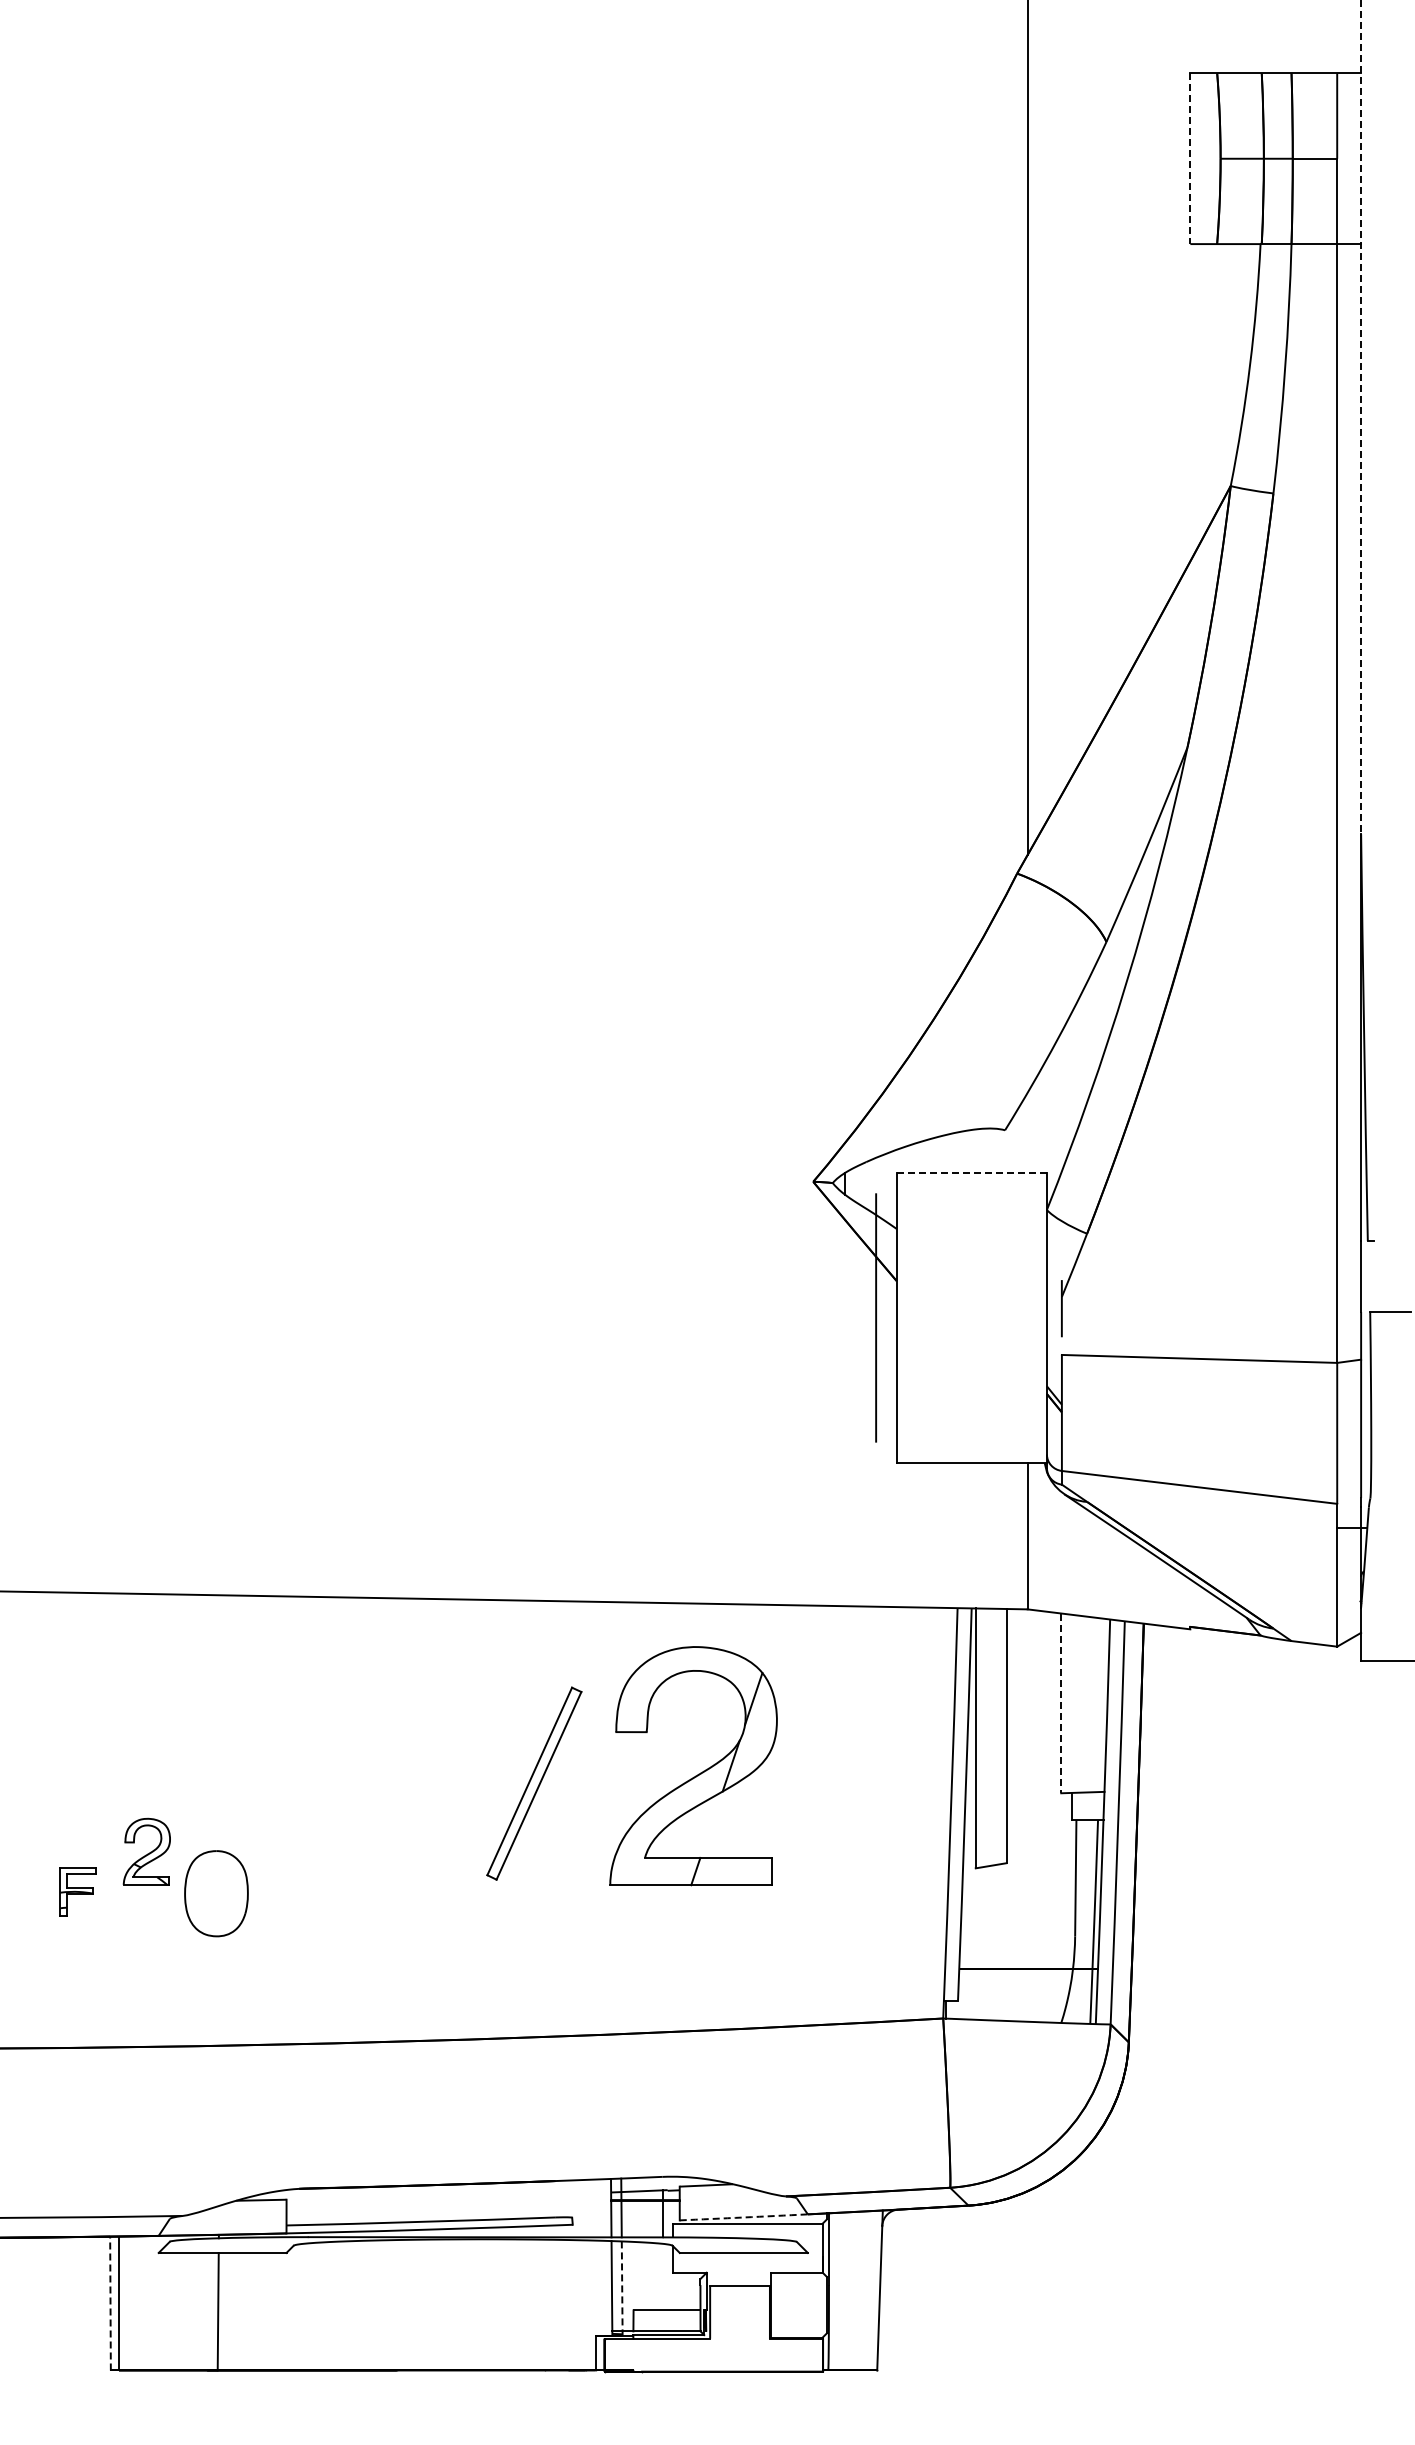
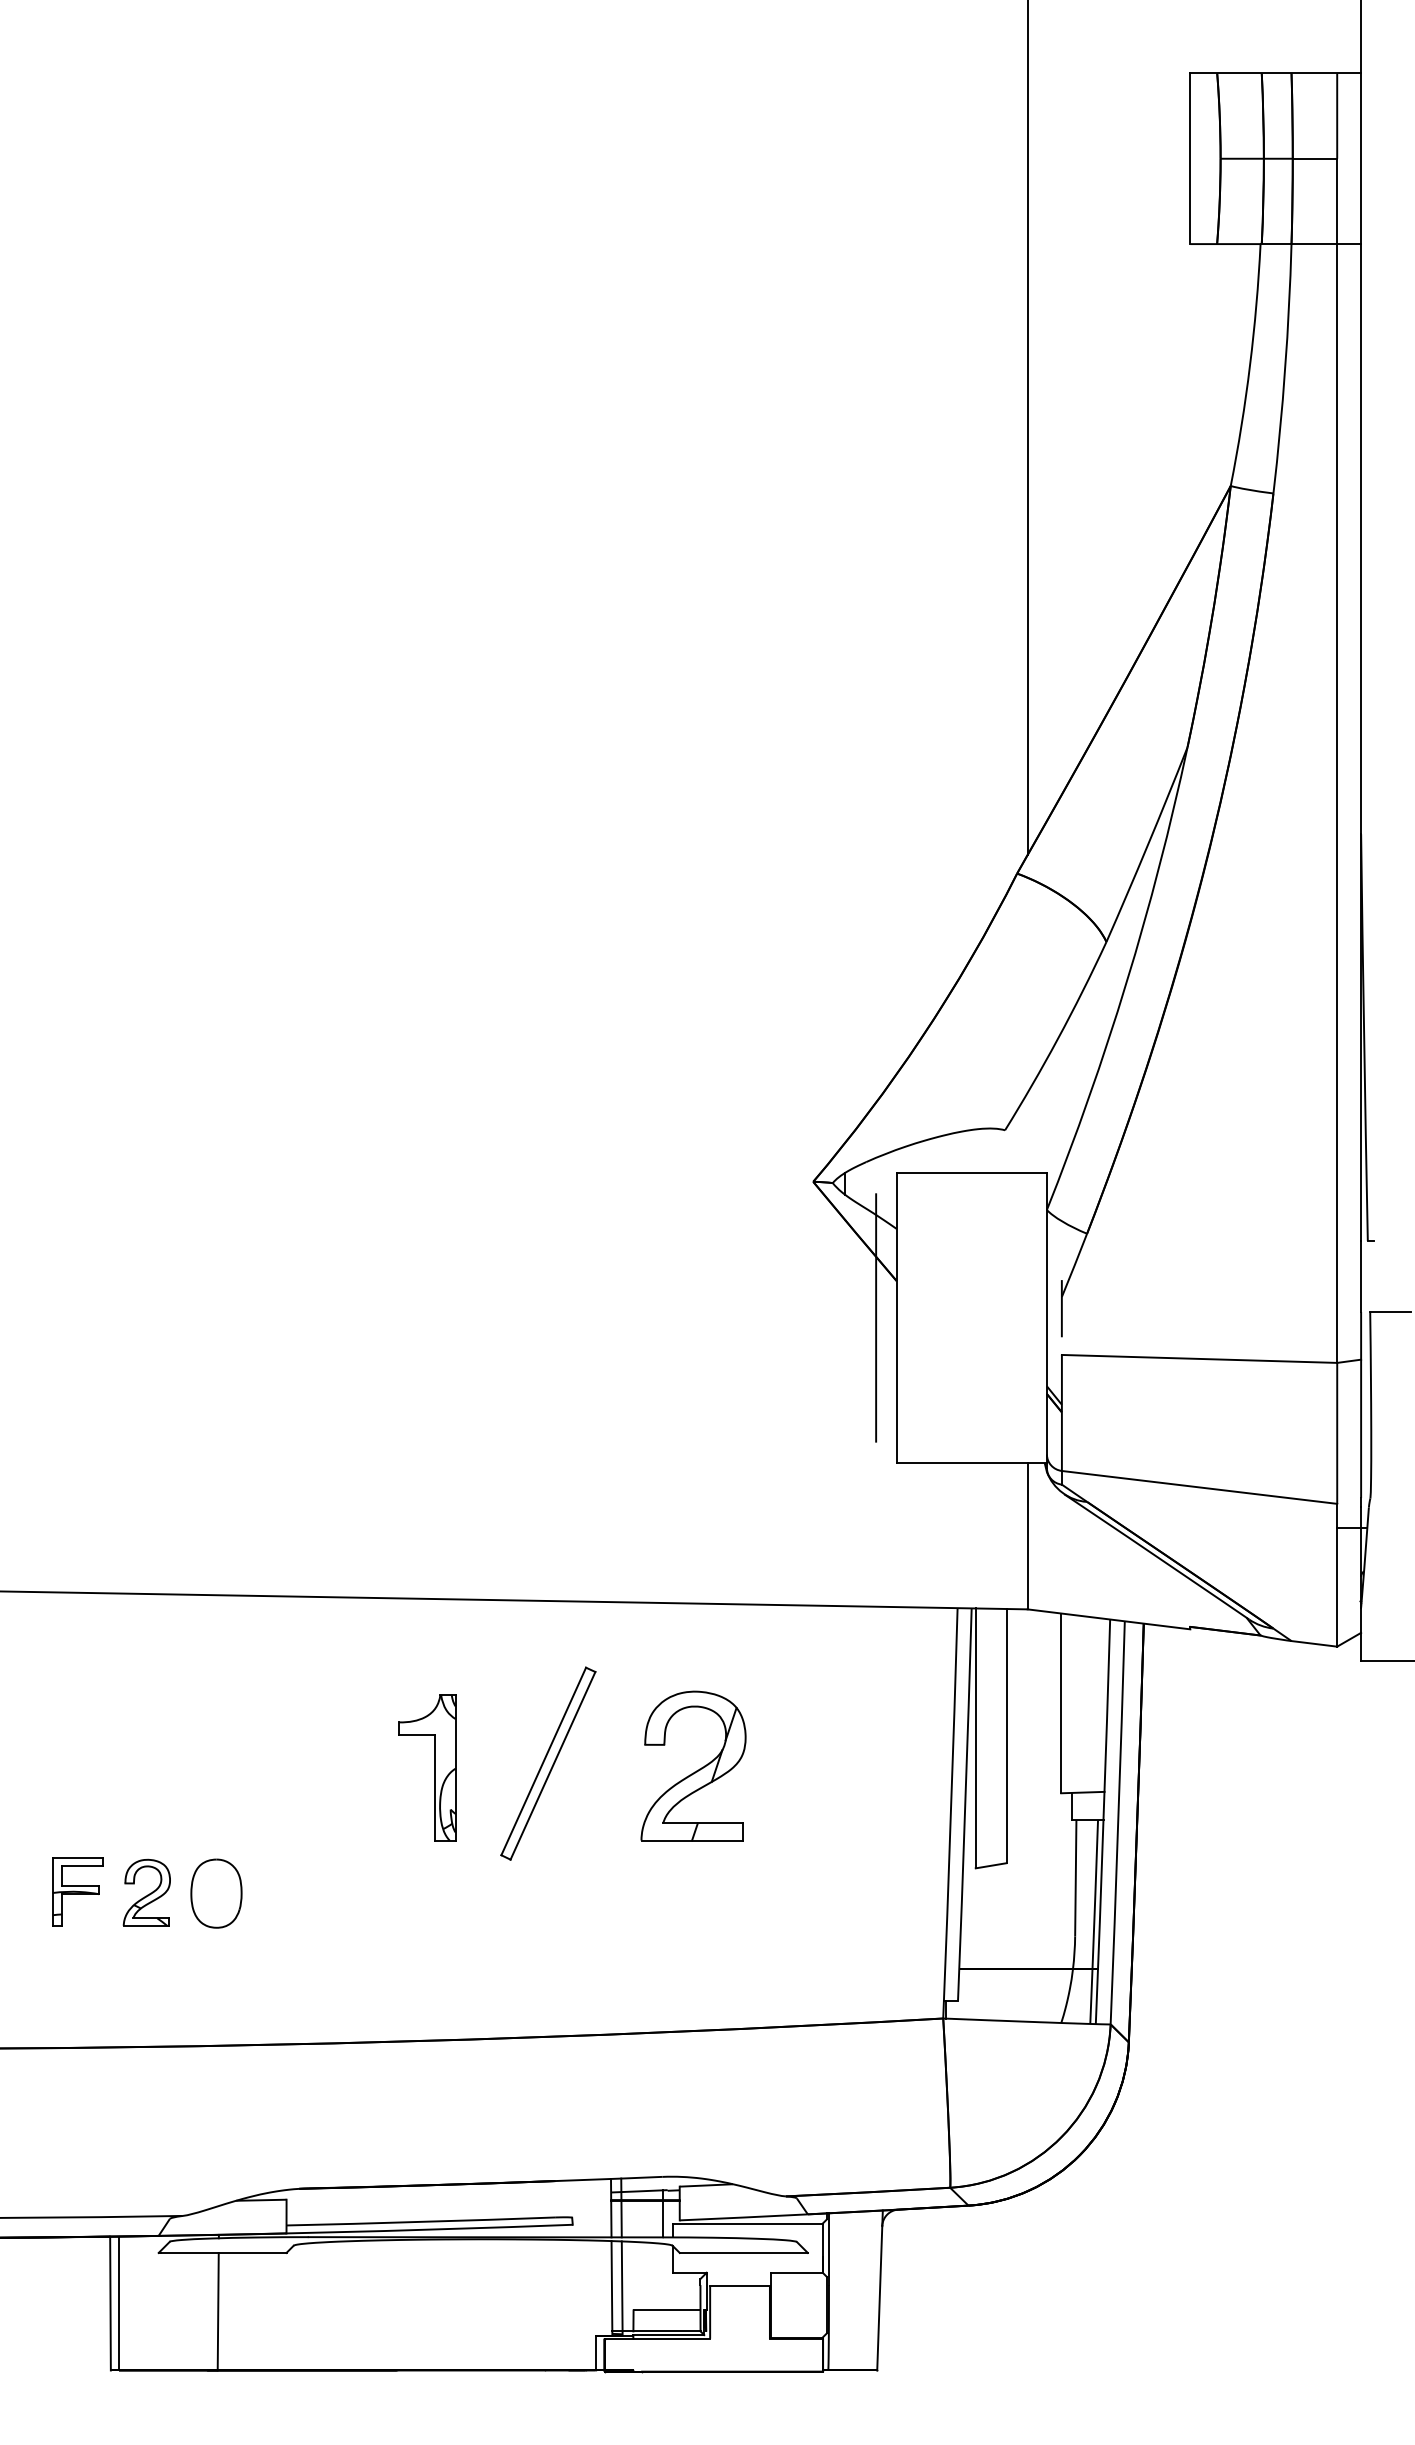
line at (1190, 159): dashed -> solid
line at (1361, 417): dashed -> solid
line at (971, 1172): dashed -> solid
line at (1061, 1703): dashed -> solid
part at (693, 1766) size: 169x241 px -> 107x152 px
part at (434, 1767): none -> present
part at (534, 1783) position: (534, 1783) -> (548, 1763)
part at (146, 1851) position: (146, 1851) -> (146, 1892)
part at (77, 1891) size: 38x50 px -> 52x70 px
part at (216, 1893) size: 65x88 px -> 53x71 px
arc at (743, 2217): dashed -> solid
line at (622, 2288): dashed -> solid
line at (110, 2303): dashed -> solid
